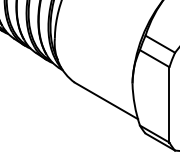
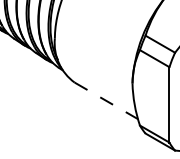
line at (106, 100): solid -> dashed
